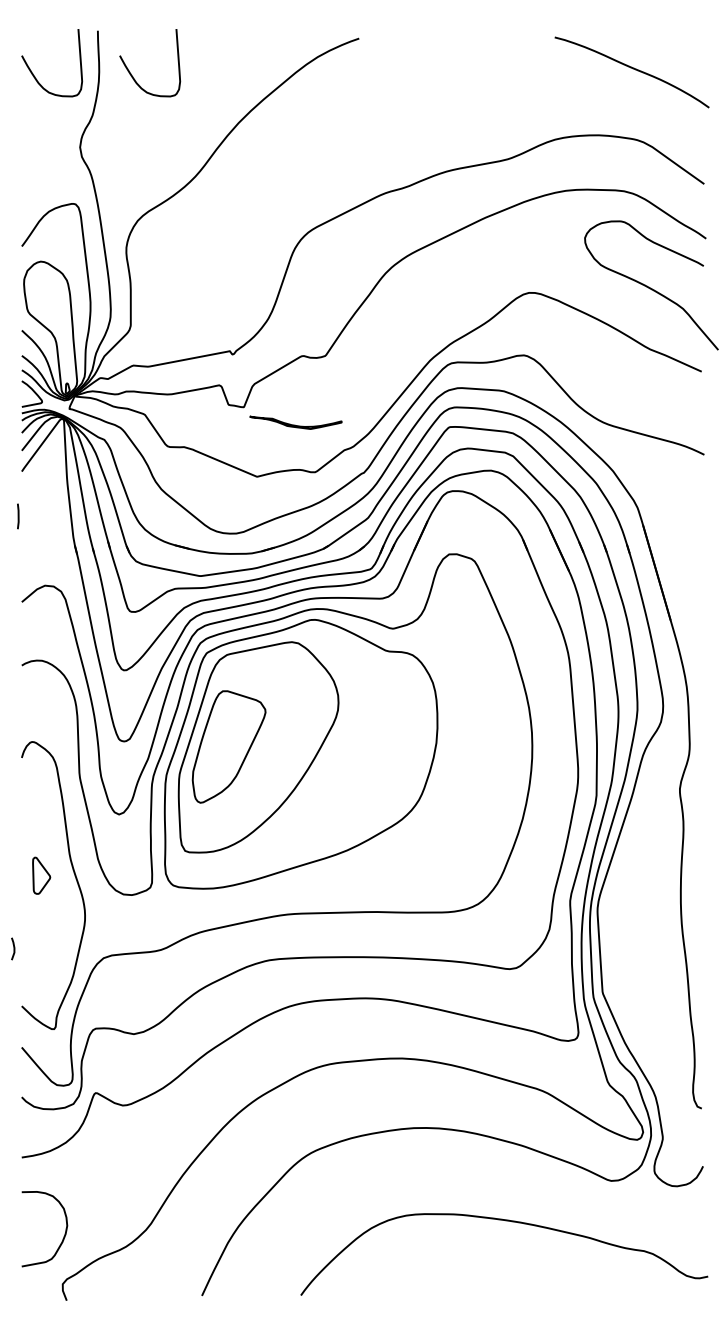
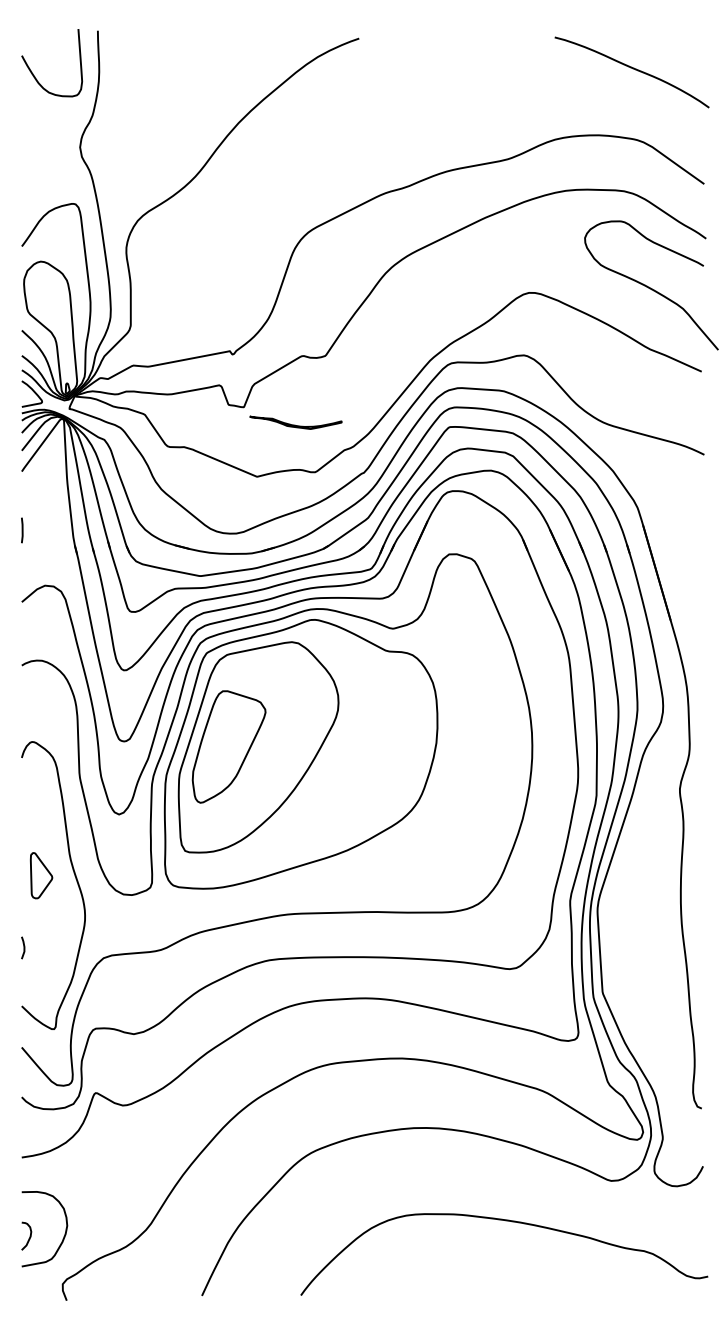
curve at (133, 76): present -> none
line at (18, 516) position: (18, 516) -> (22, 530)
part at (41, 875) size: 20x39 px -> 24x48 px
line at (13, 948) position: (13, 948) -> (23, 947)
curve at (29, 1235): none -> present
